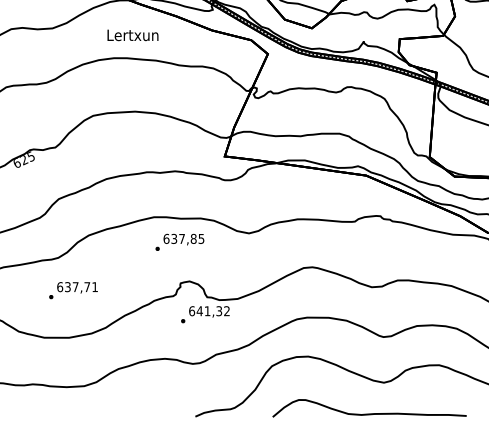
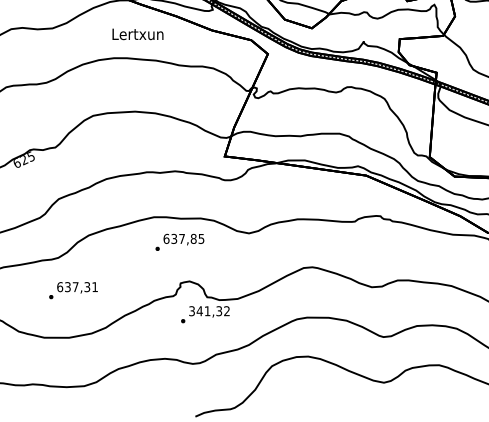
text at (132, 35) position: (132, 35) -> (137, 34)
text at (87, 287): 637,71 -> 637,31
text at (192, 311): 641,32 -> 341,32
curve at (369, 413): present -> none
